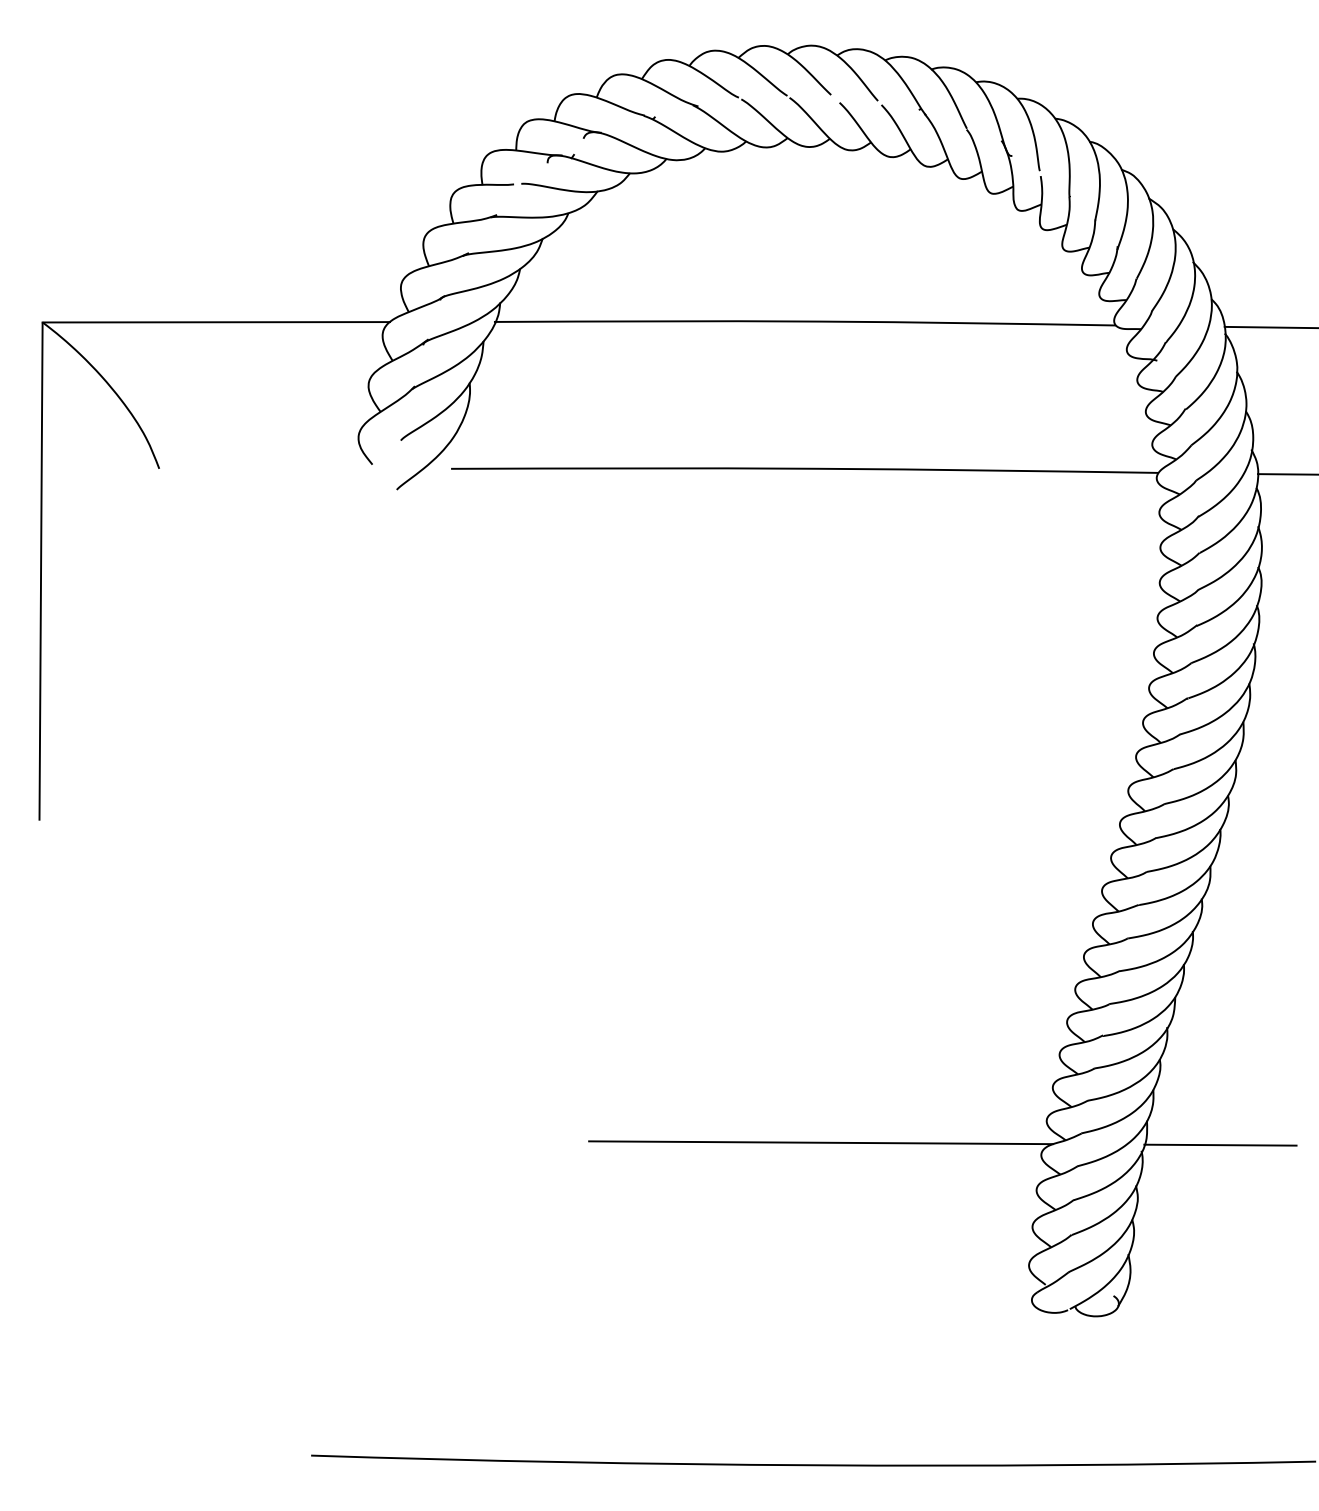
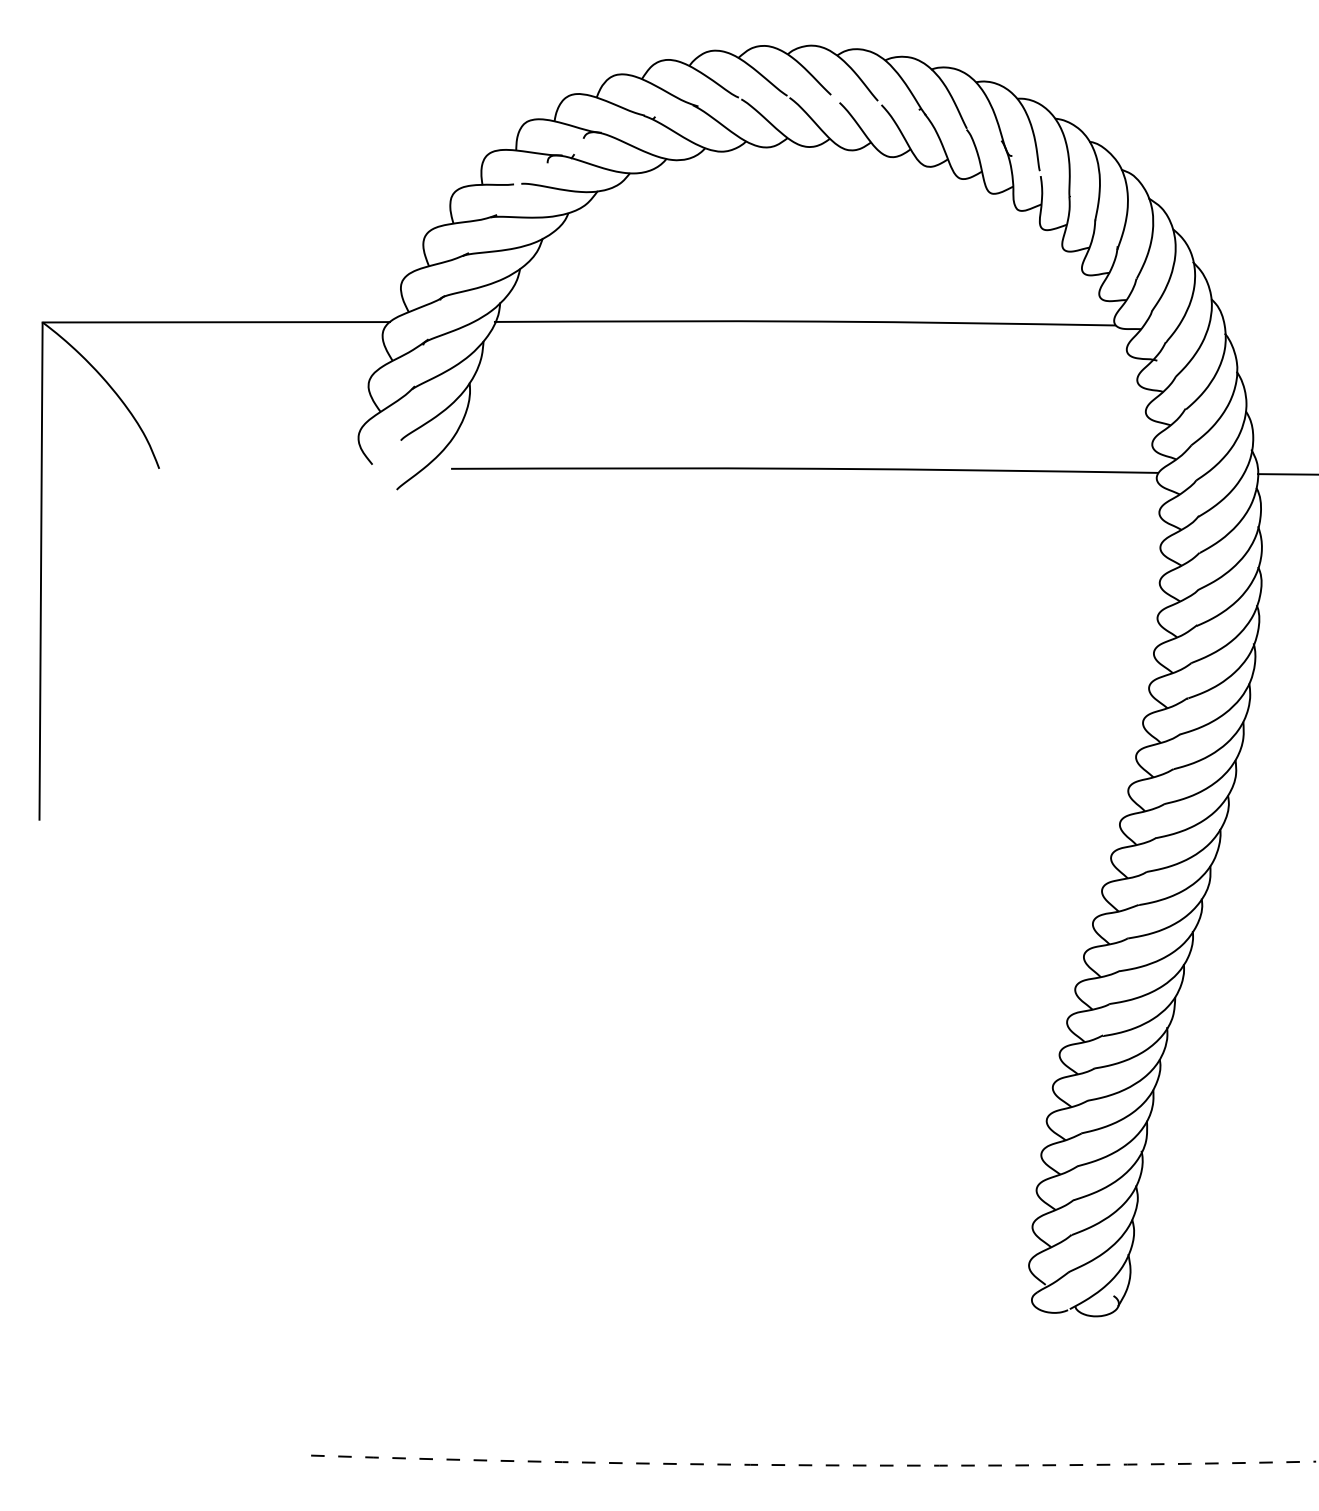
line at (1269, 327): present -> none
line at (821, 1142): present -> none
line at (1220, 1144): present -> none
arc at (813, 1465): solid -> dashed
